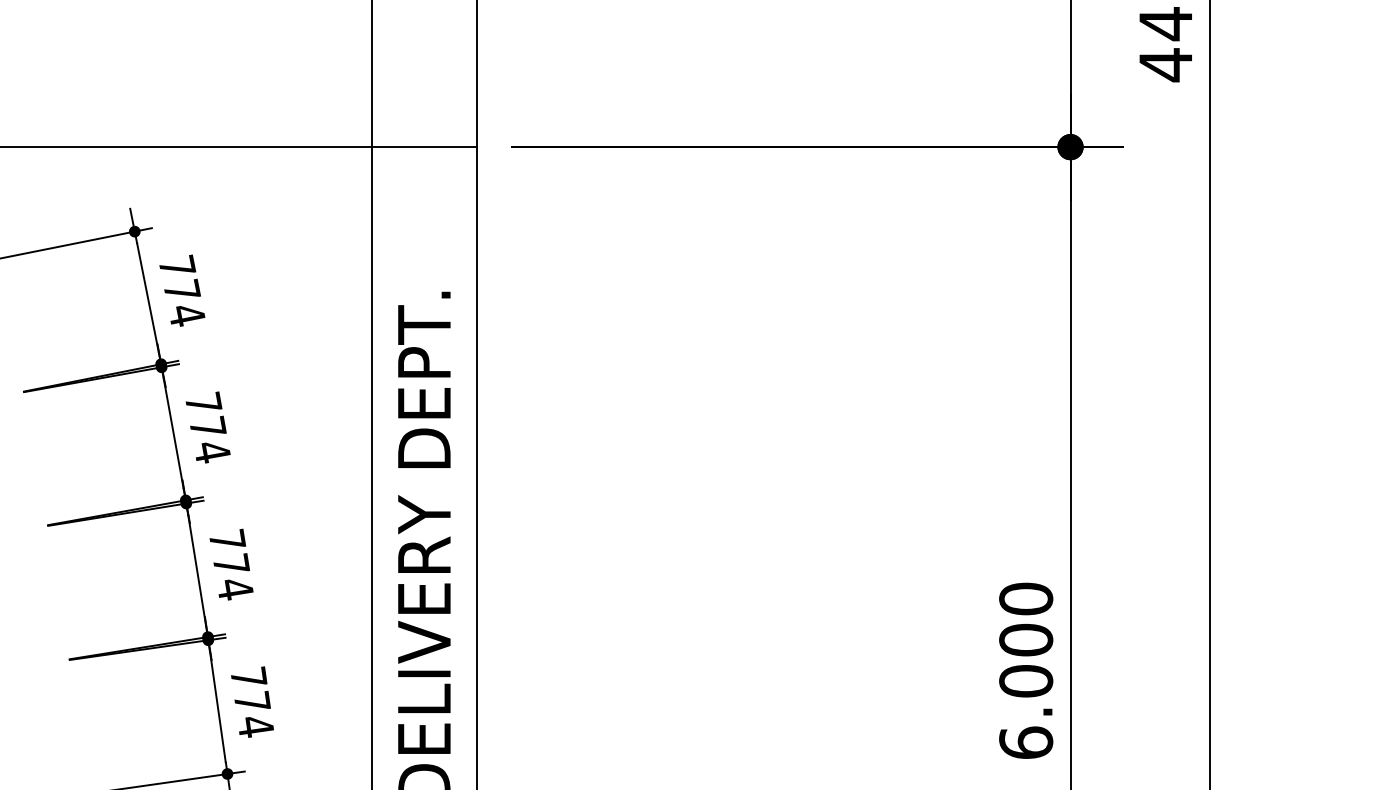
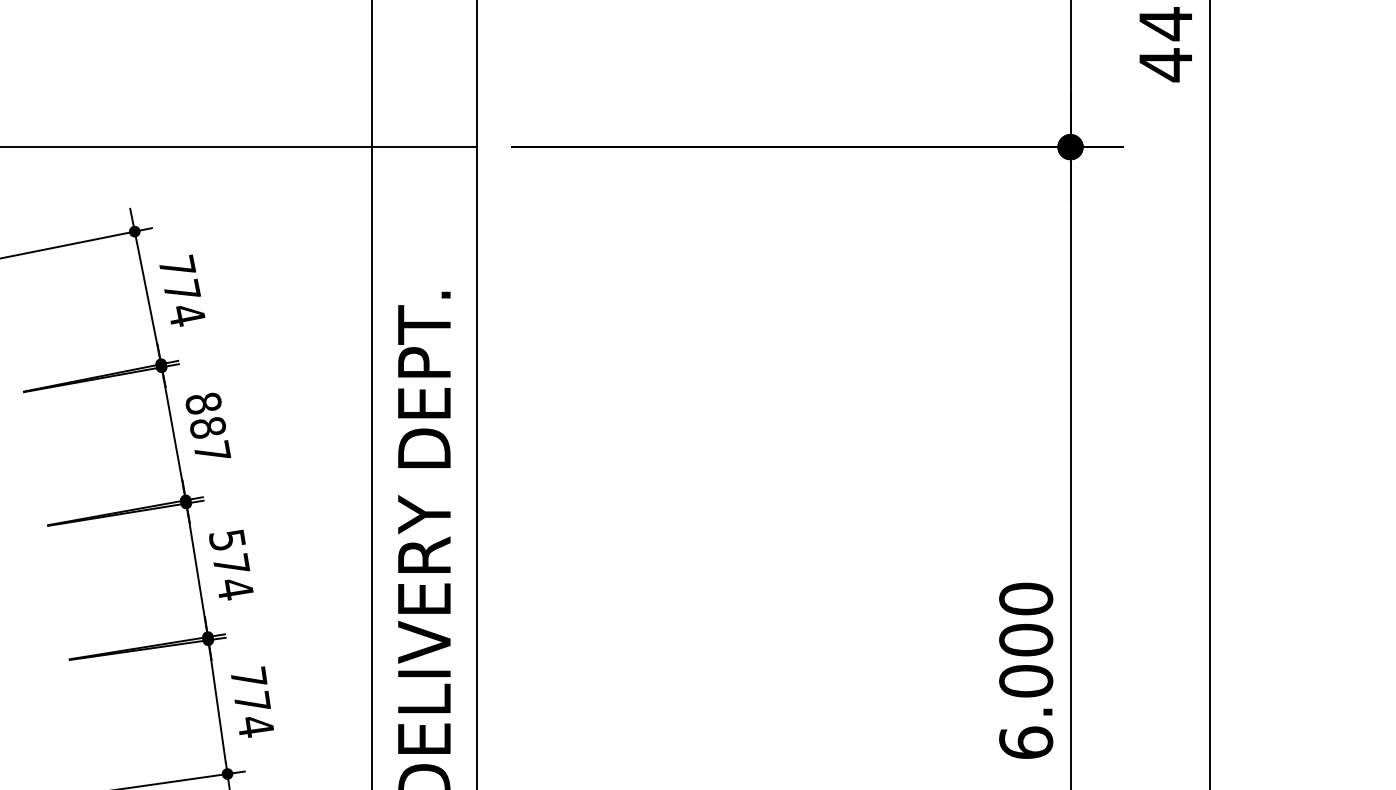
text at (208, 427): 774 -> 887
text at (227, 539): 774 -> 574
